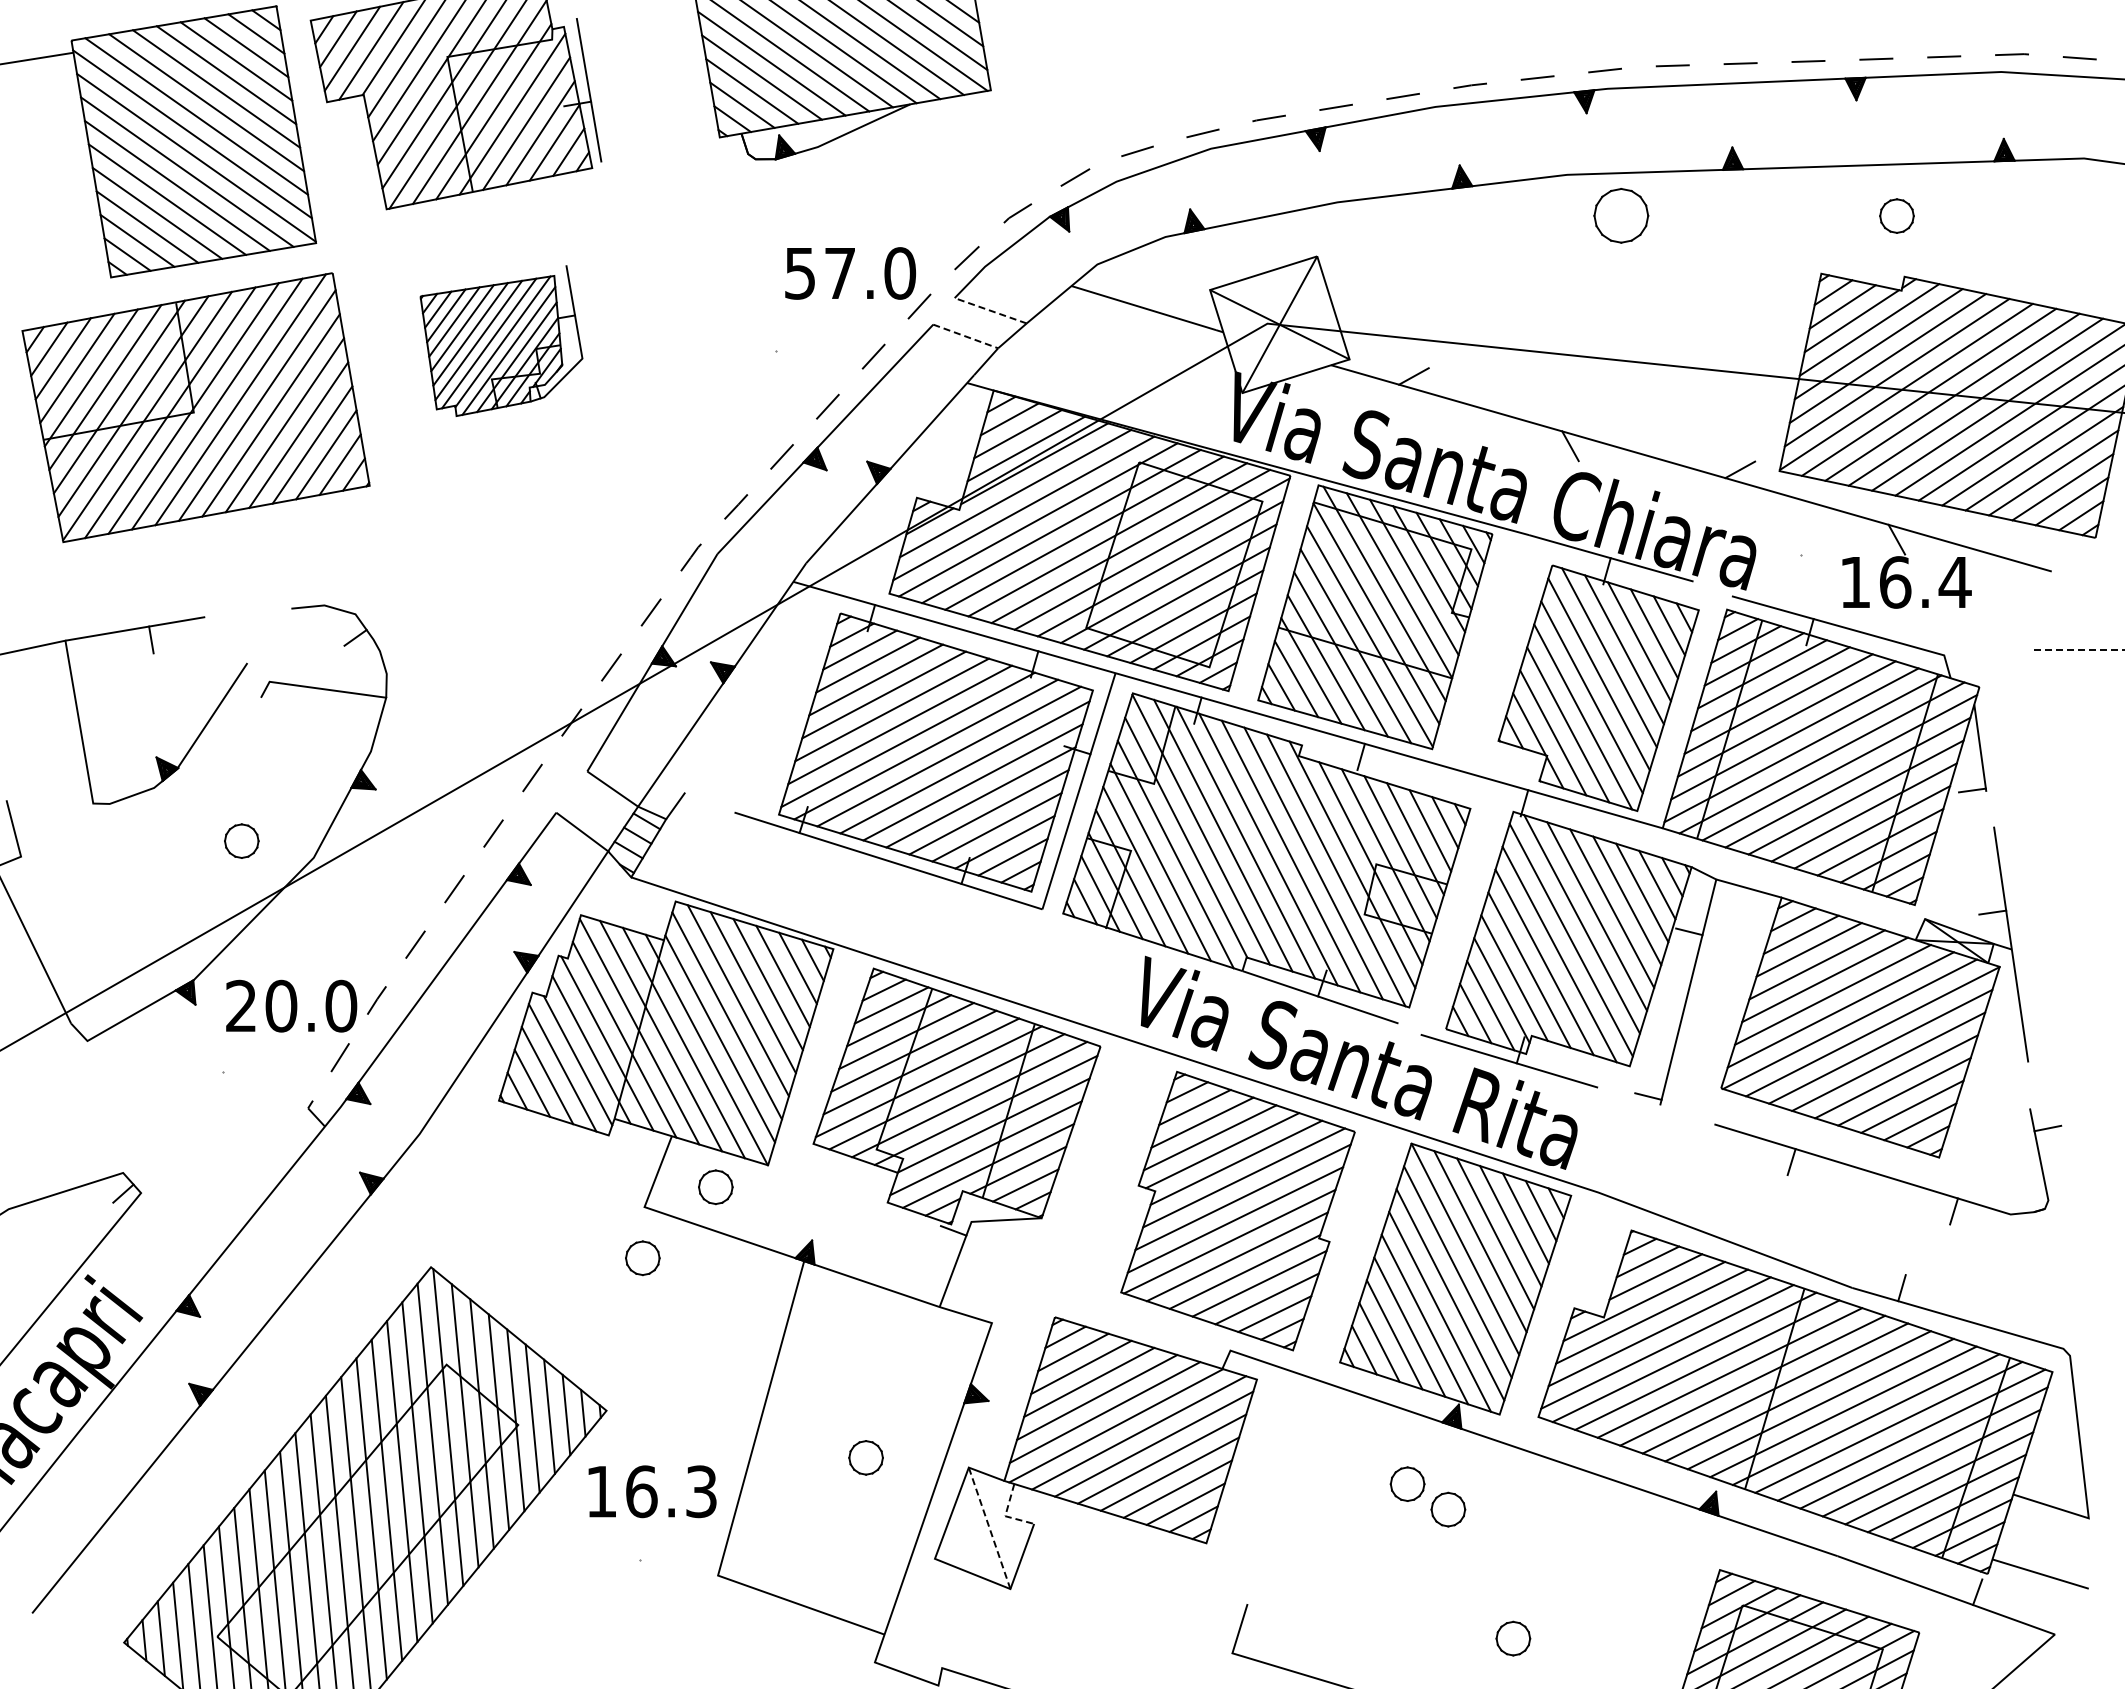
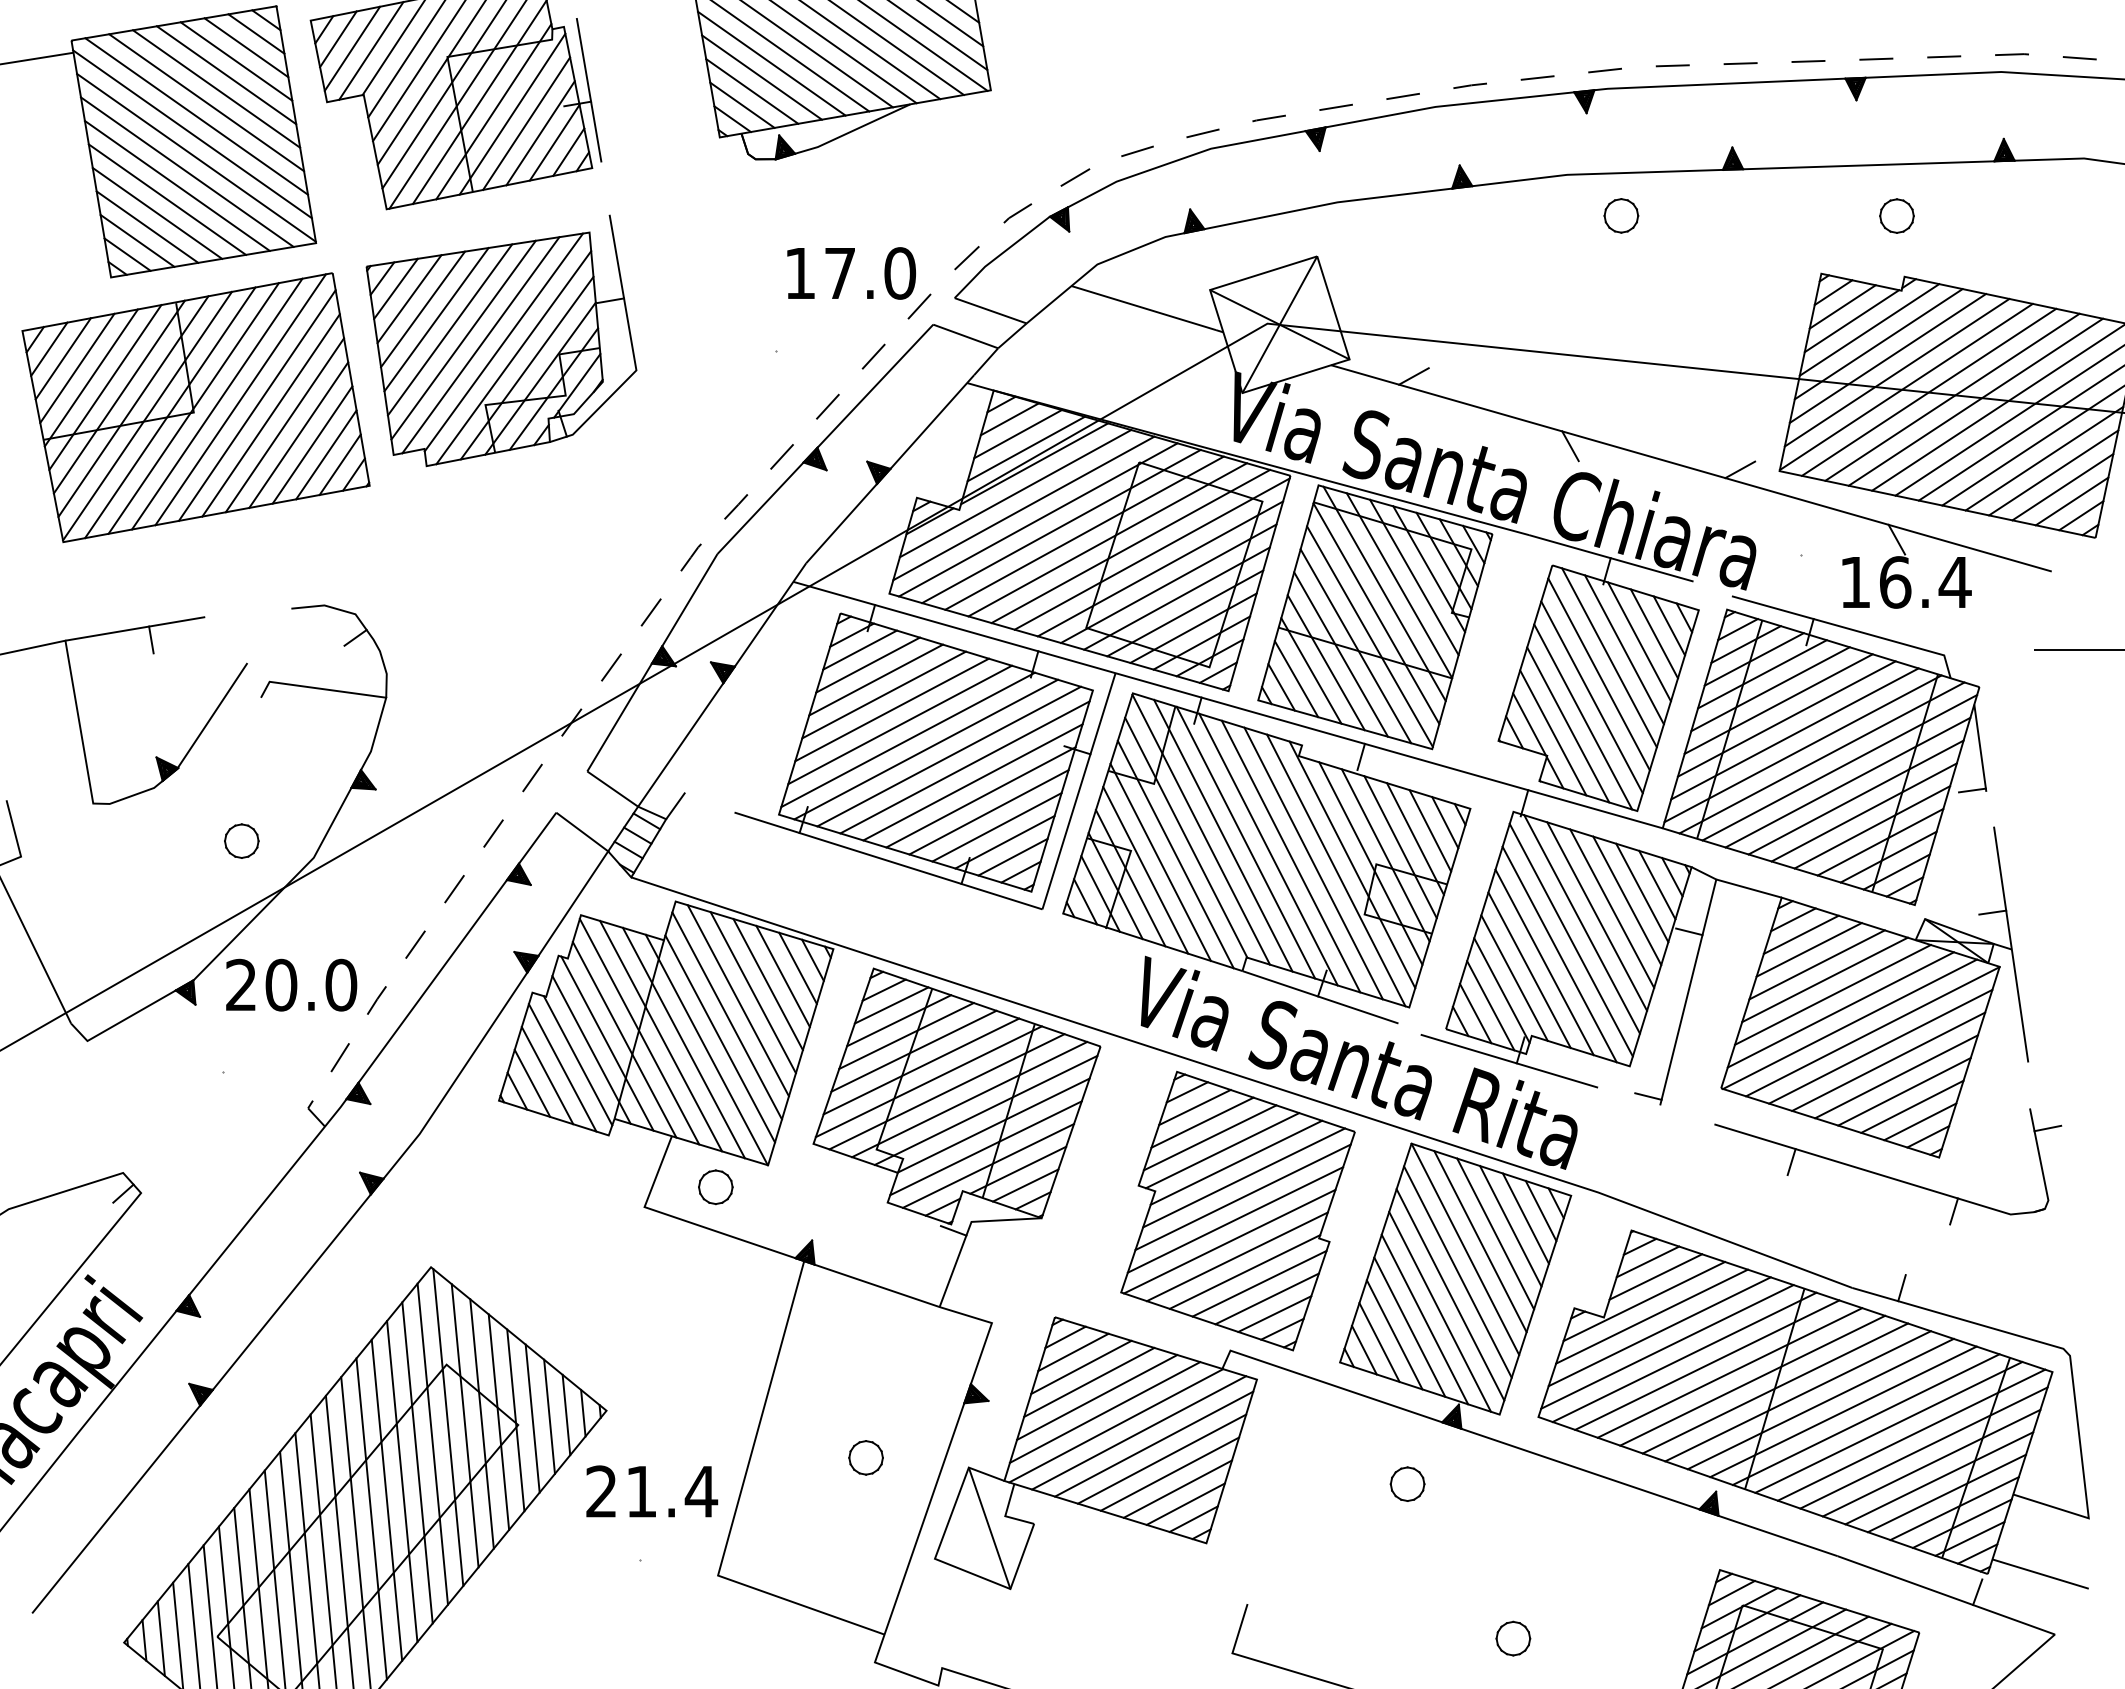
part at (1621, 215) size: 57x56 px -> 37x36 px
text at (799, 273): 57.0 -> 17.0
line at (990, 310): dashed -> solid
line at (965, 336): dashed -> solid
part at (501, 340) size: 165x152 px -> 273x254 px
line at (2079, 650): dashed -> solid
text at (291, 1005) position: (291, 1005) -> (291, 984)
part at (642, 1258): present -> none
text at (652, 1491): 16.3 -> 21.4
part at (1448, 1509): present -> none
line at (1005, 1515): dashed -> solid
line at (989, 1527): dashed -> solid
